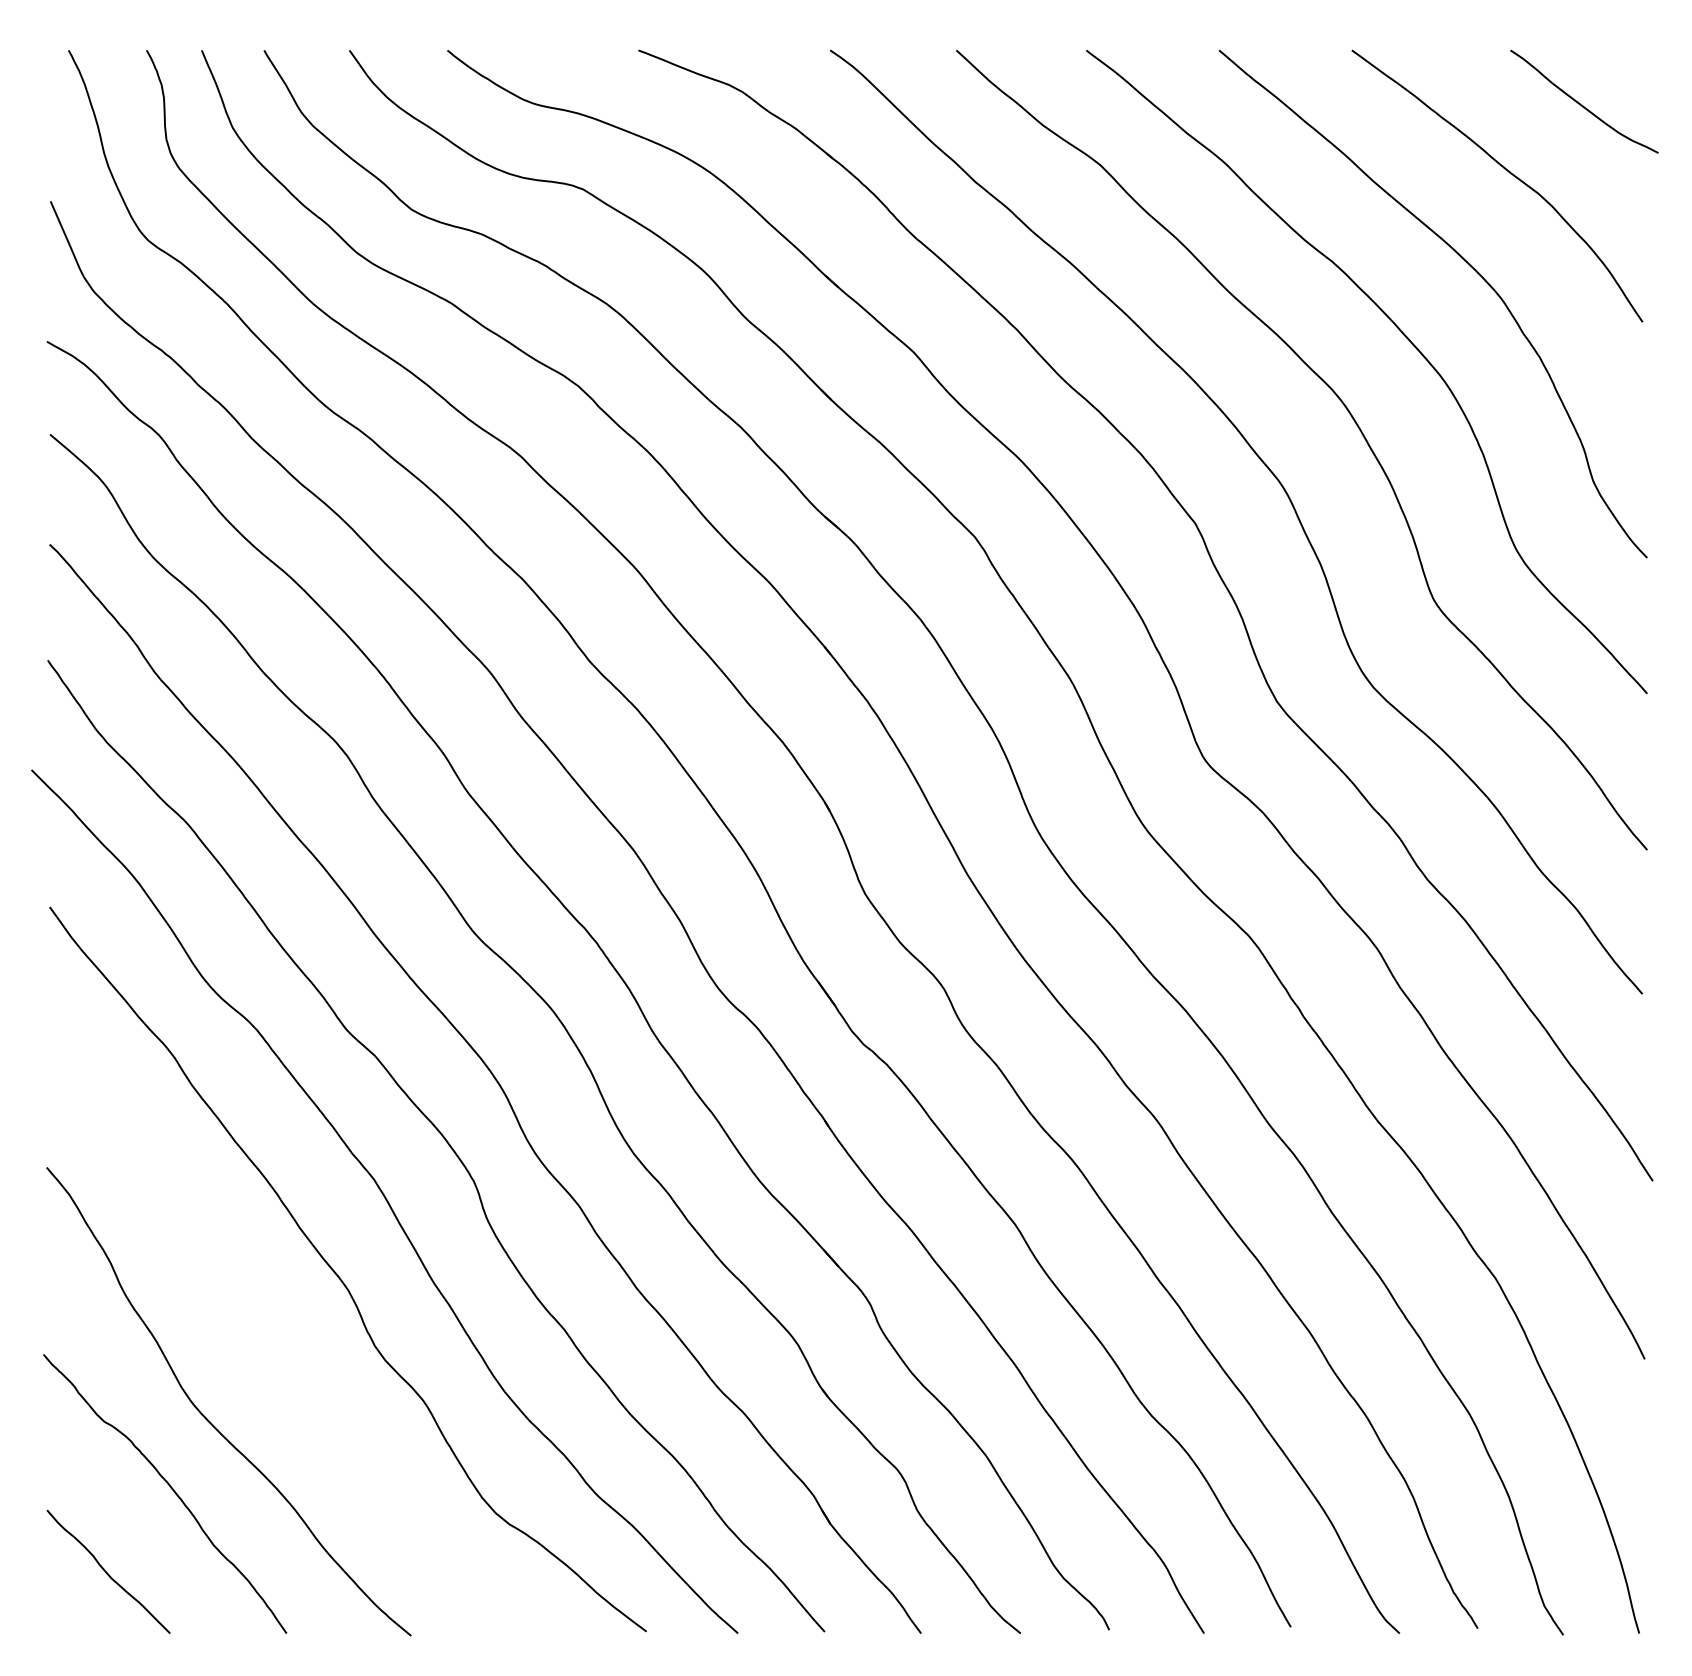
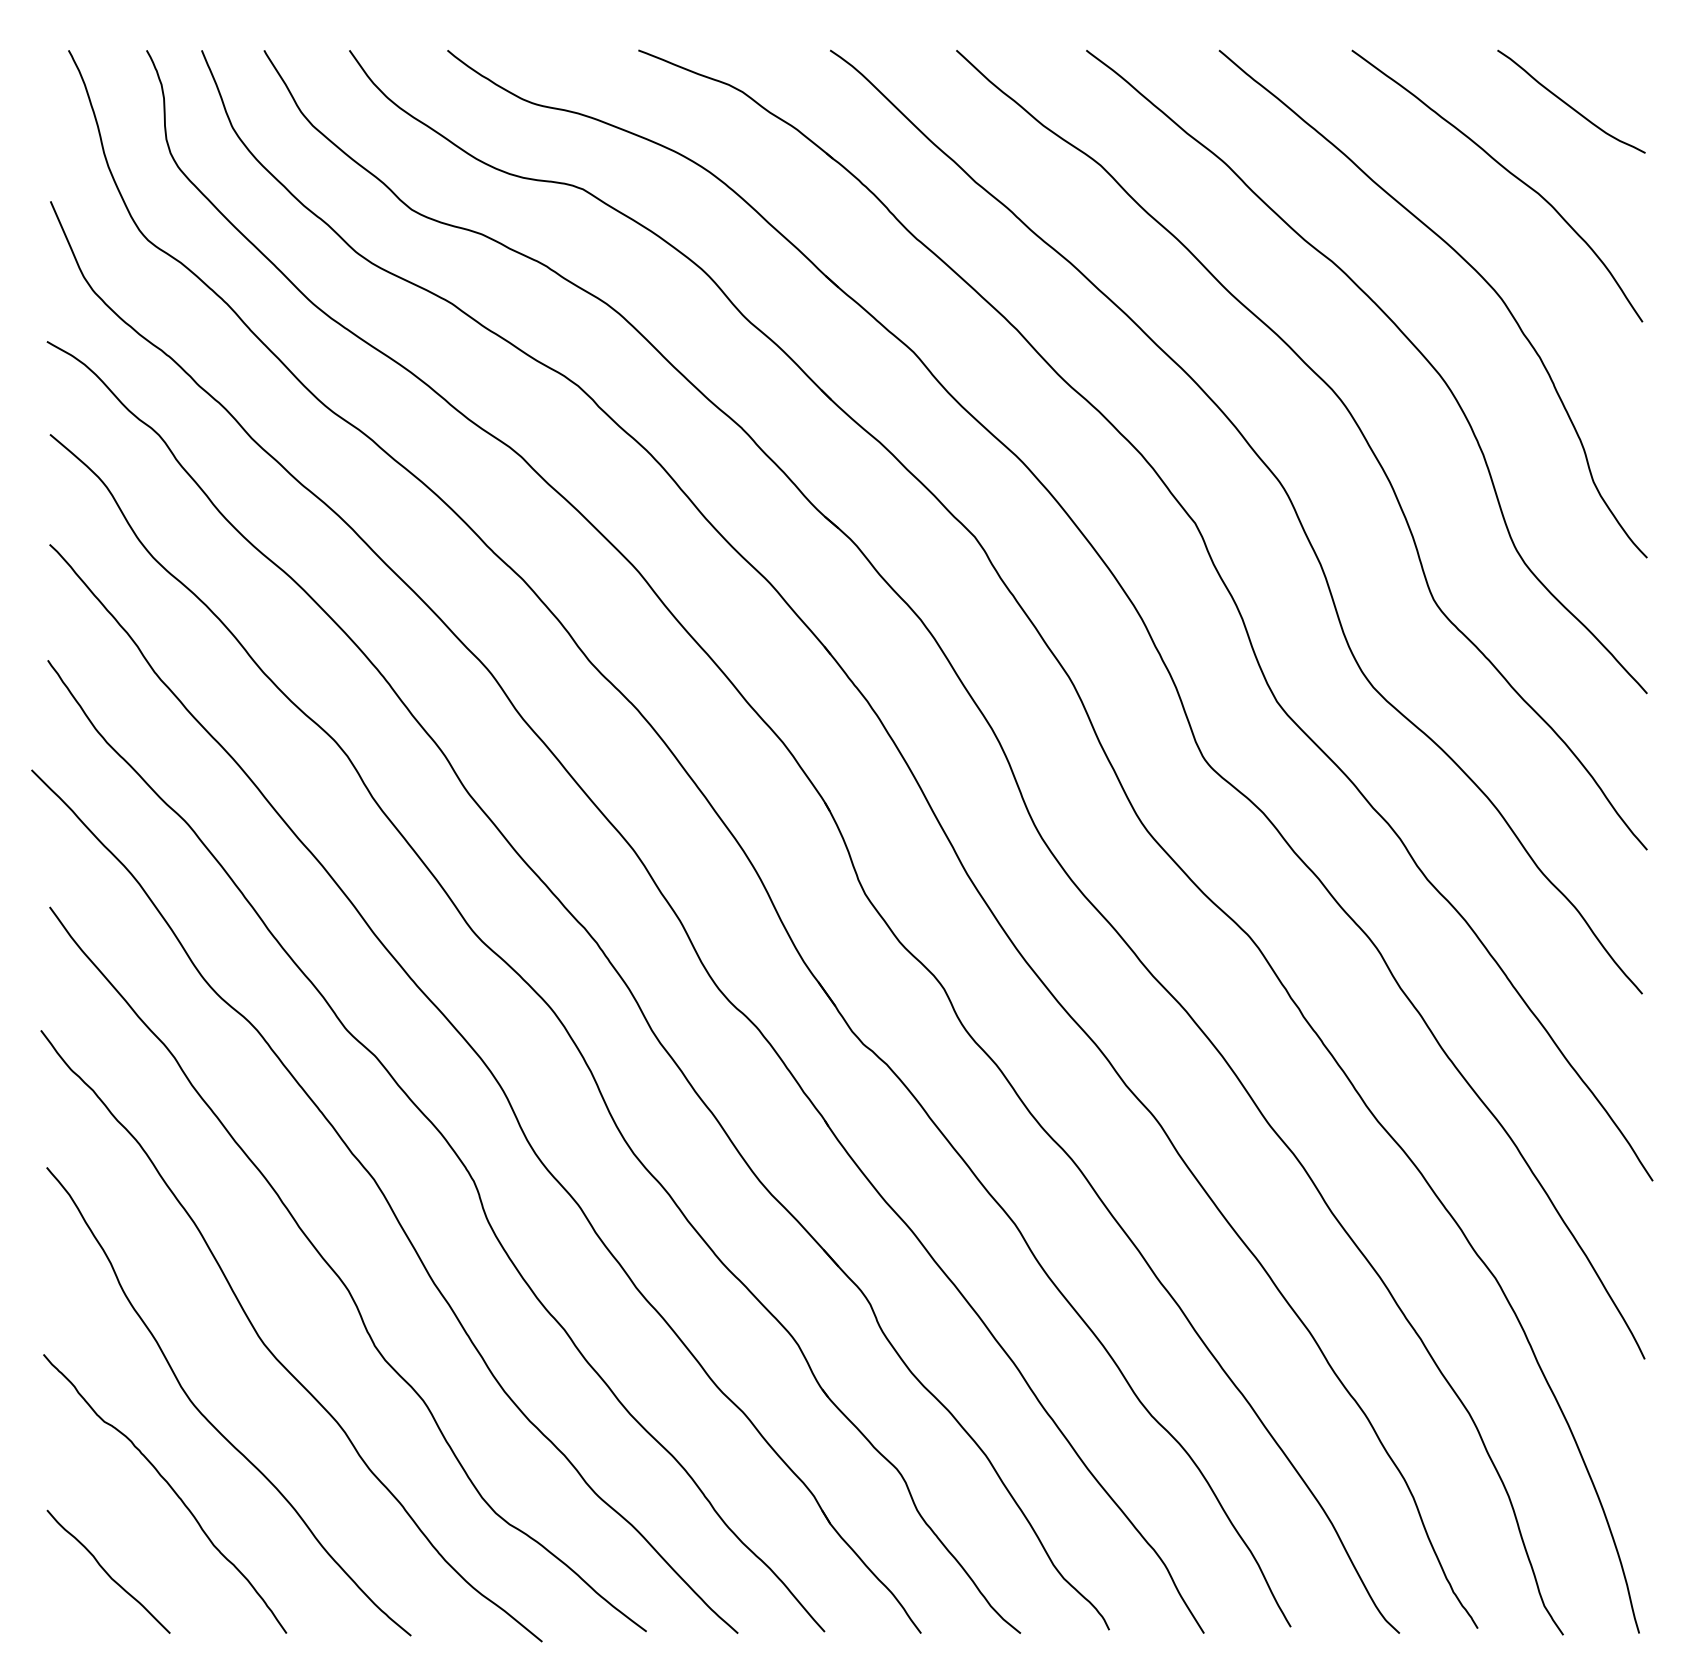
curve at (1582, 104) position: (1582, 104) -> (1569, 104)
curve at (273, 1353): none -> present
